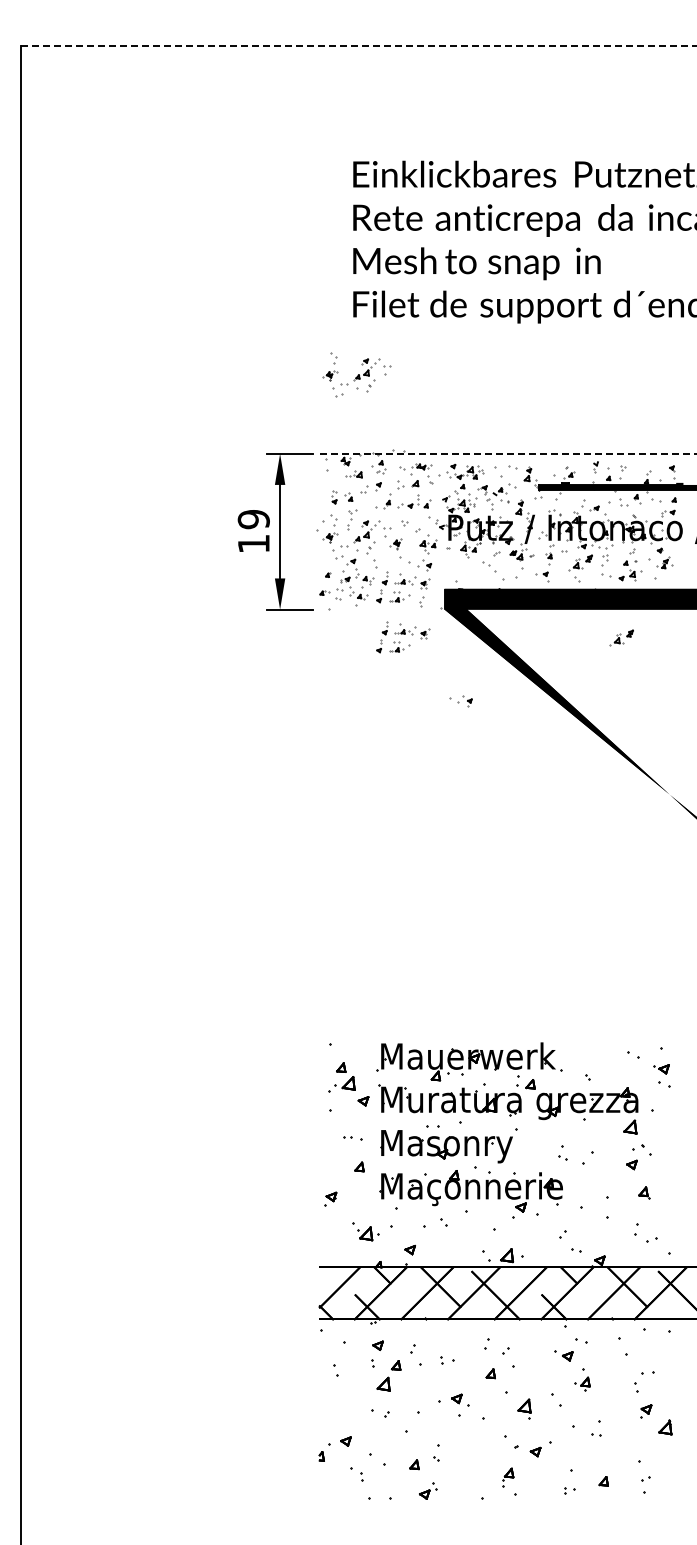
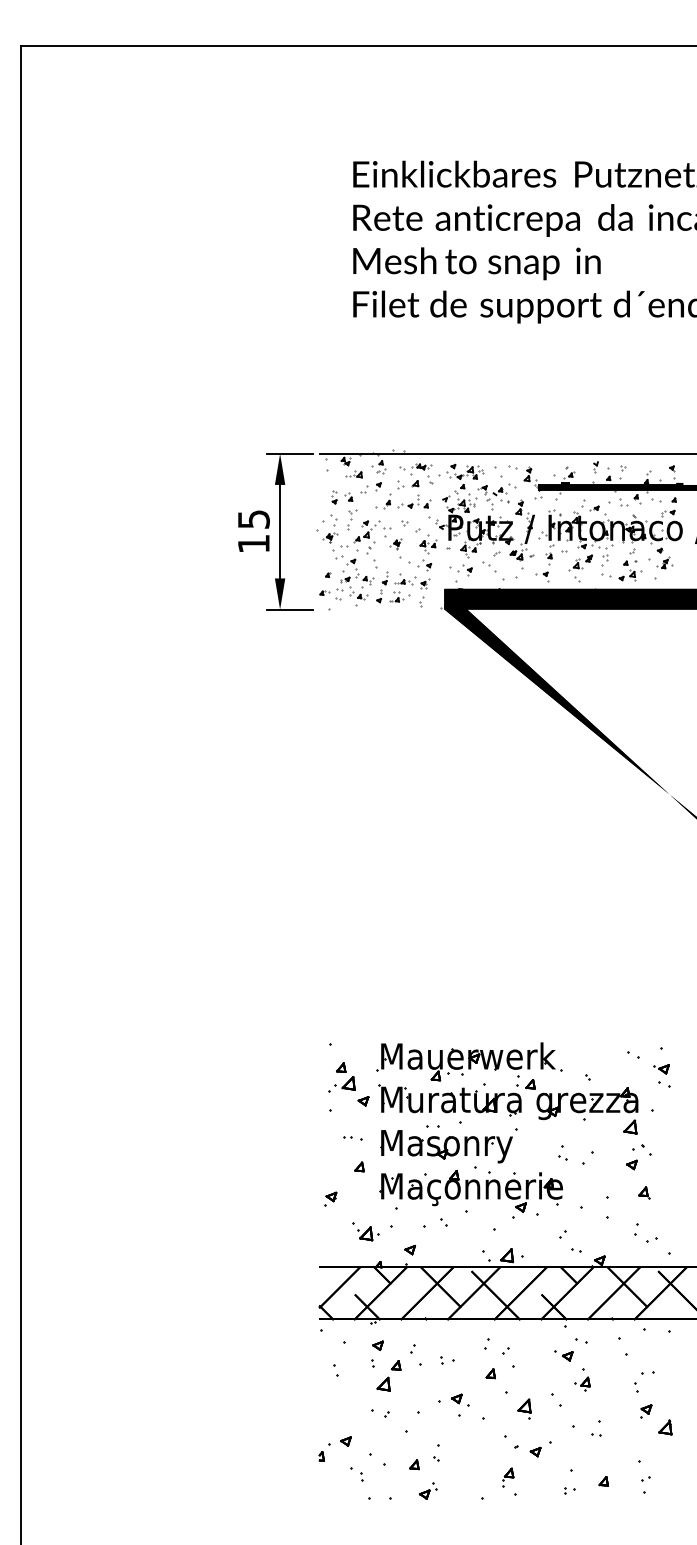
line at (358, 46): dashed -> solid
part at (356, 374): present -> none
line at (508, 453): dashed -> solid
text at (253, 519): 19 -> 15
part at (403, 637): present -> none
part at (621, 637): present -> none
part at (460, 701) position: (460, 701) -> (460, 570)
